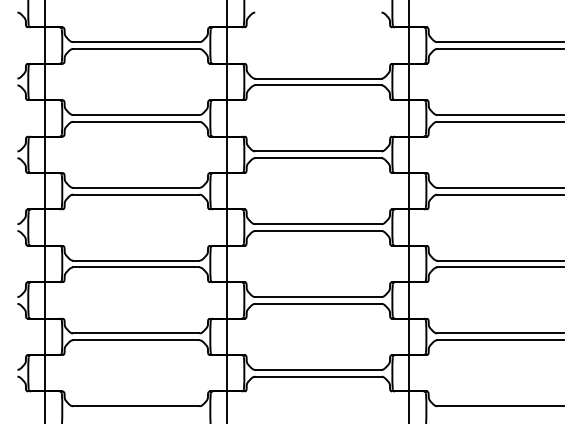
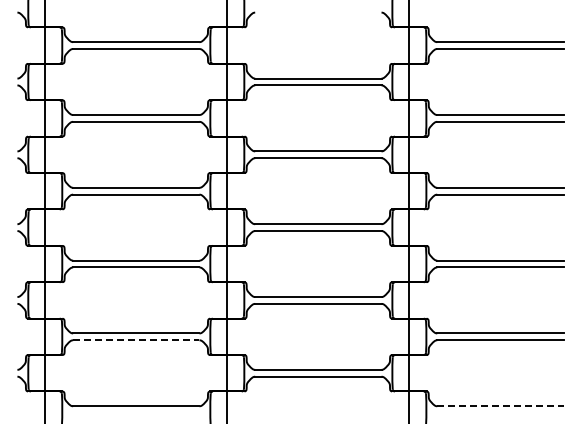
line at (136, 340): solid -> dashed
line at (500, 406): solid -> dashed
